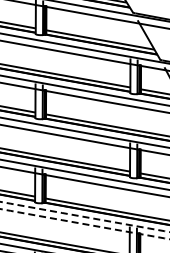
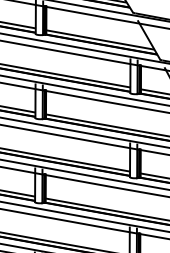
arc at (85, 217): dashed -> solid
arc at (84, 224): dashed -> solid
